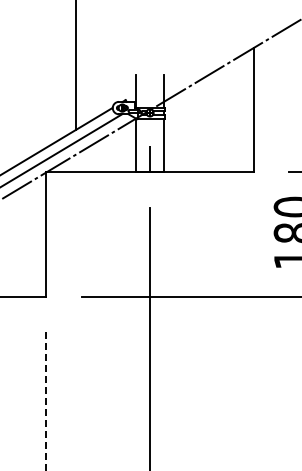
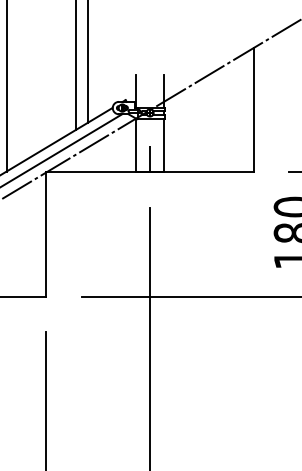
line at (87, 62): none -> present
line at (6, 86): none -> present
line at (46, 401): dashed -> solid
